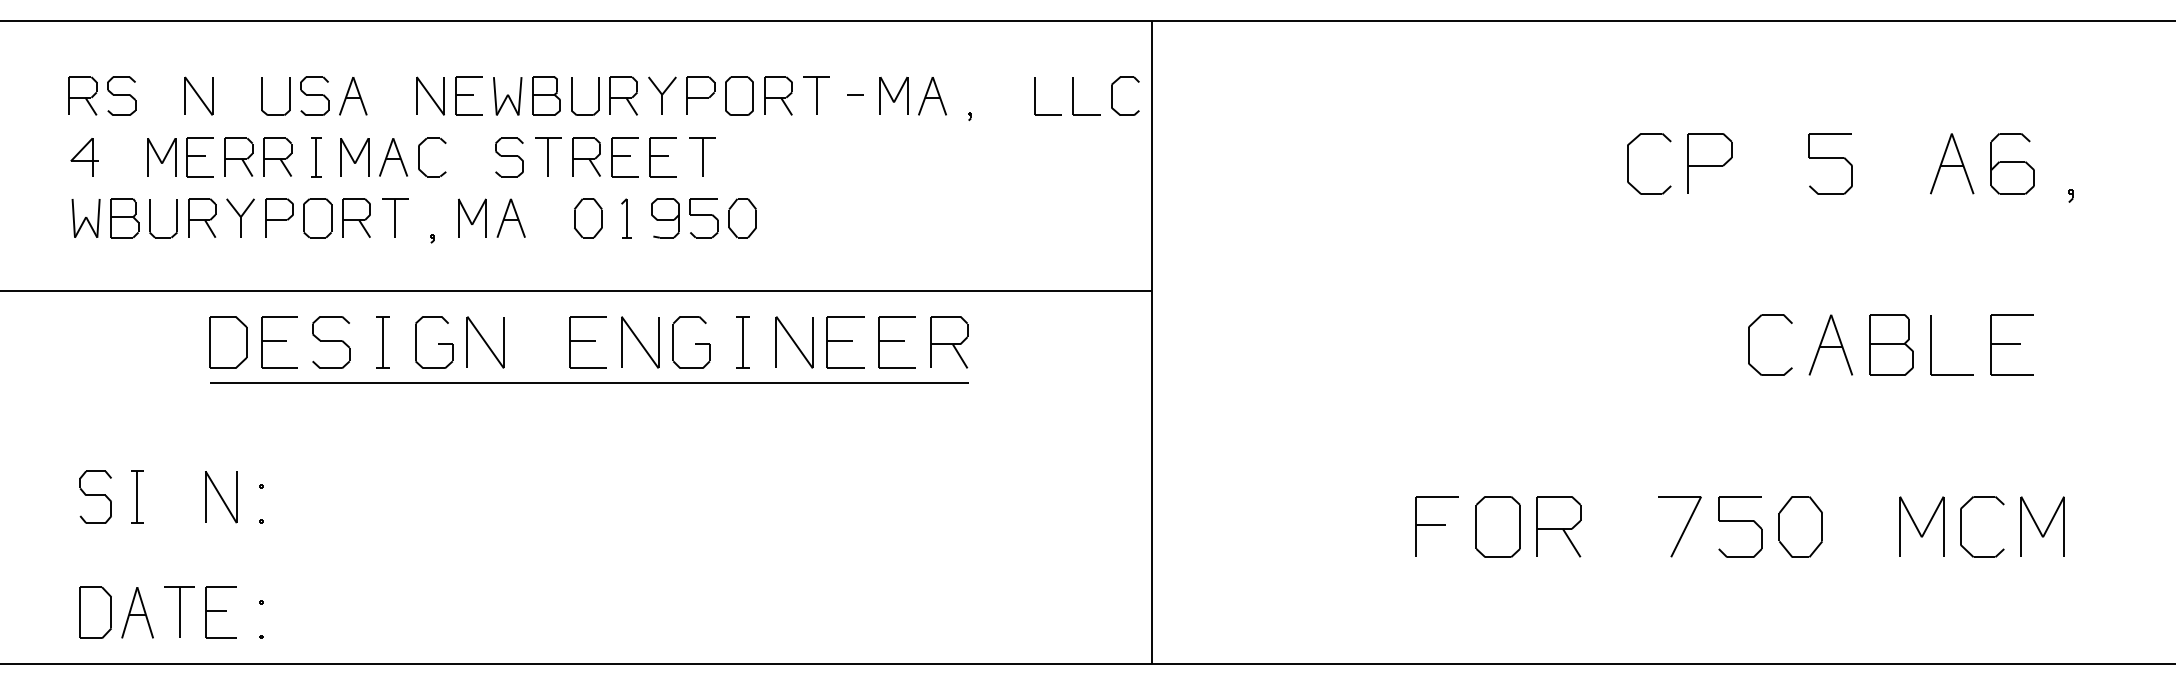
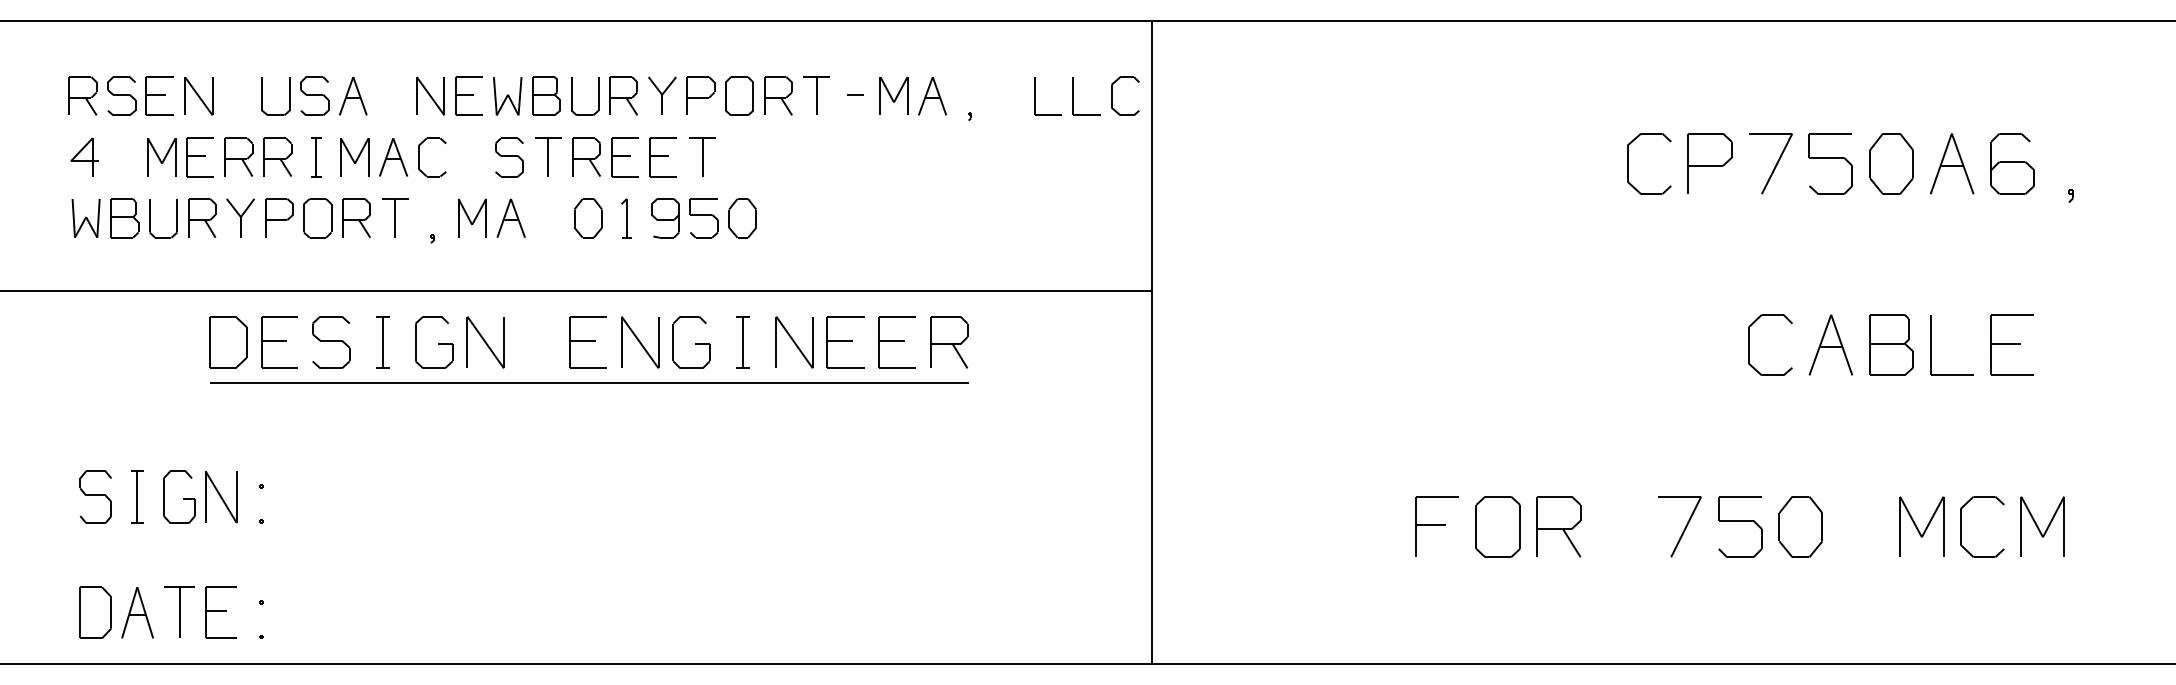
part at (159, 95): none -> present
part at (1770, 163): none -> present
part at (1891, 163): none -> present
part at (179, 496): none -> present
